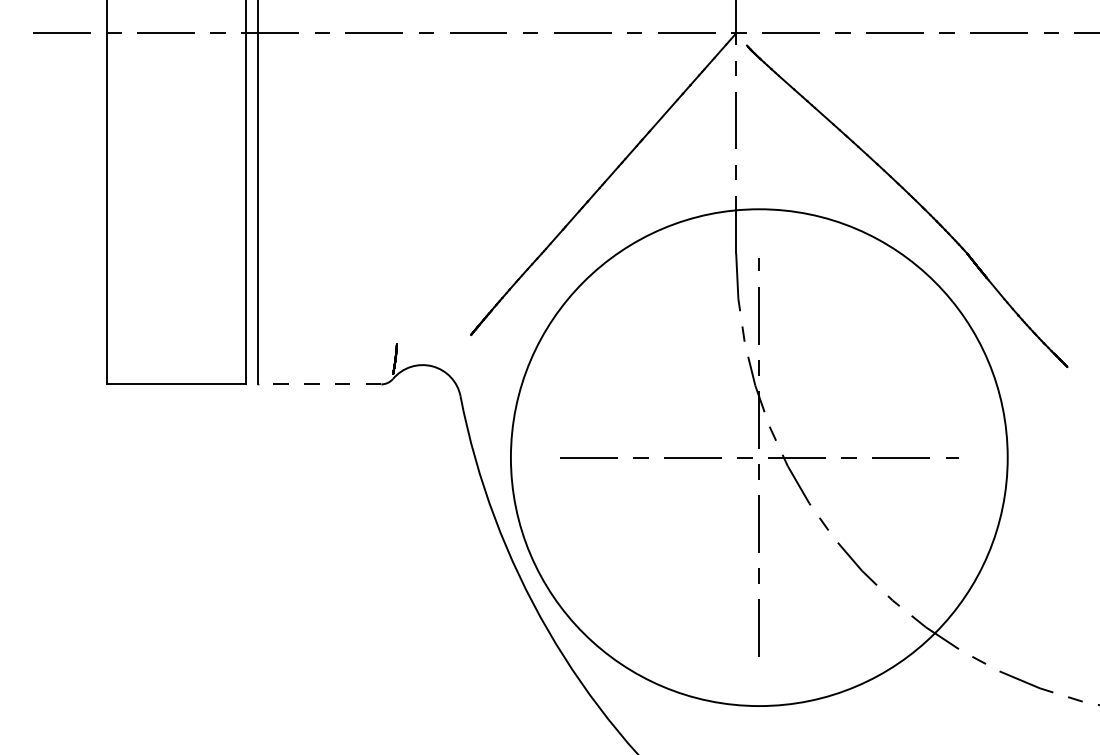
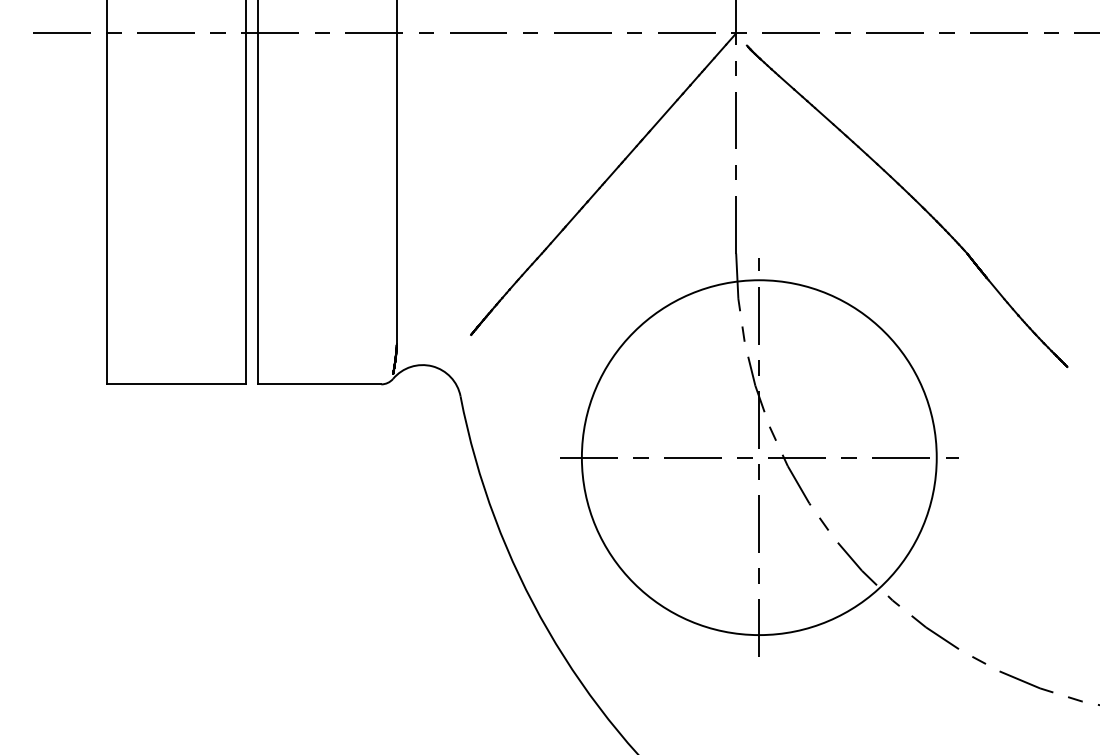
line at (396, 172): none -> present
line at (319, 384): dashed -> solid
circle at (758, 457) diameter: 497 px -> 355 px
